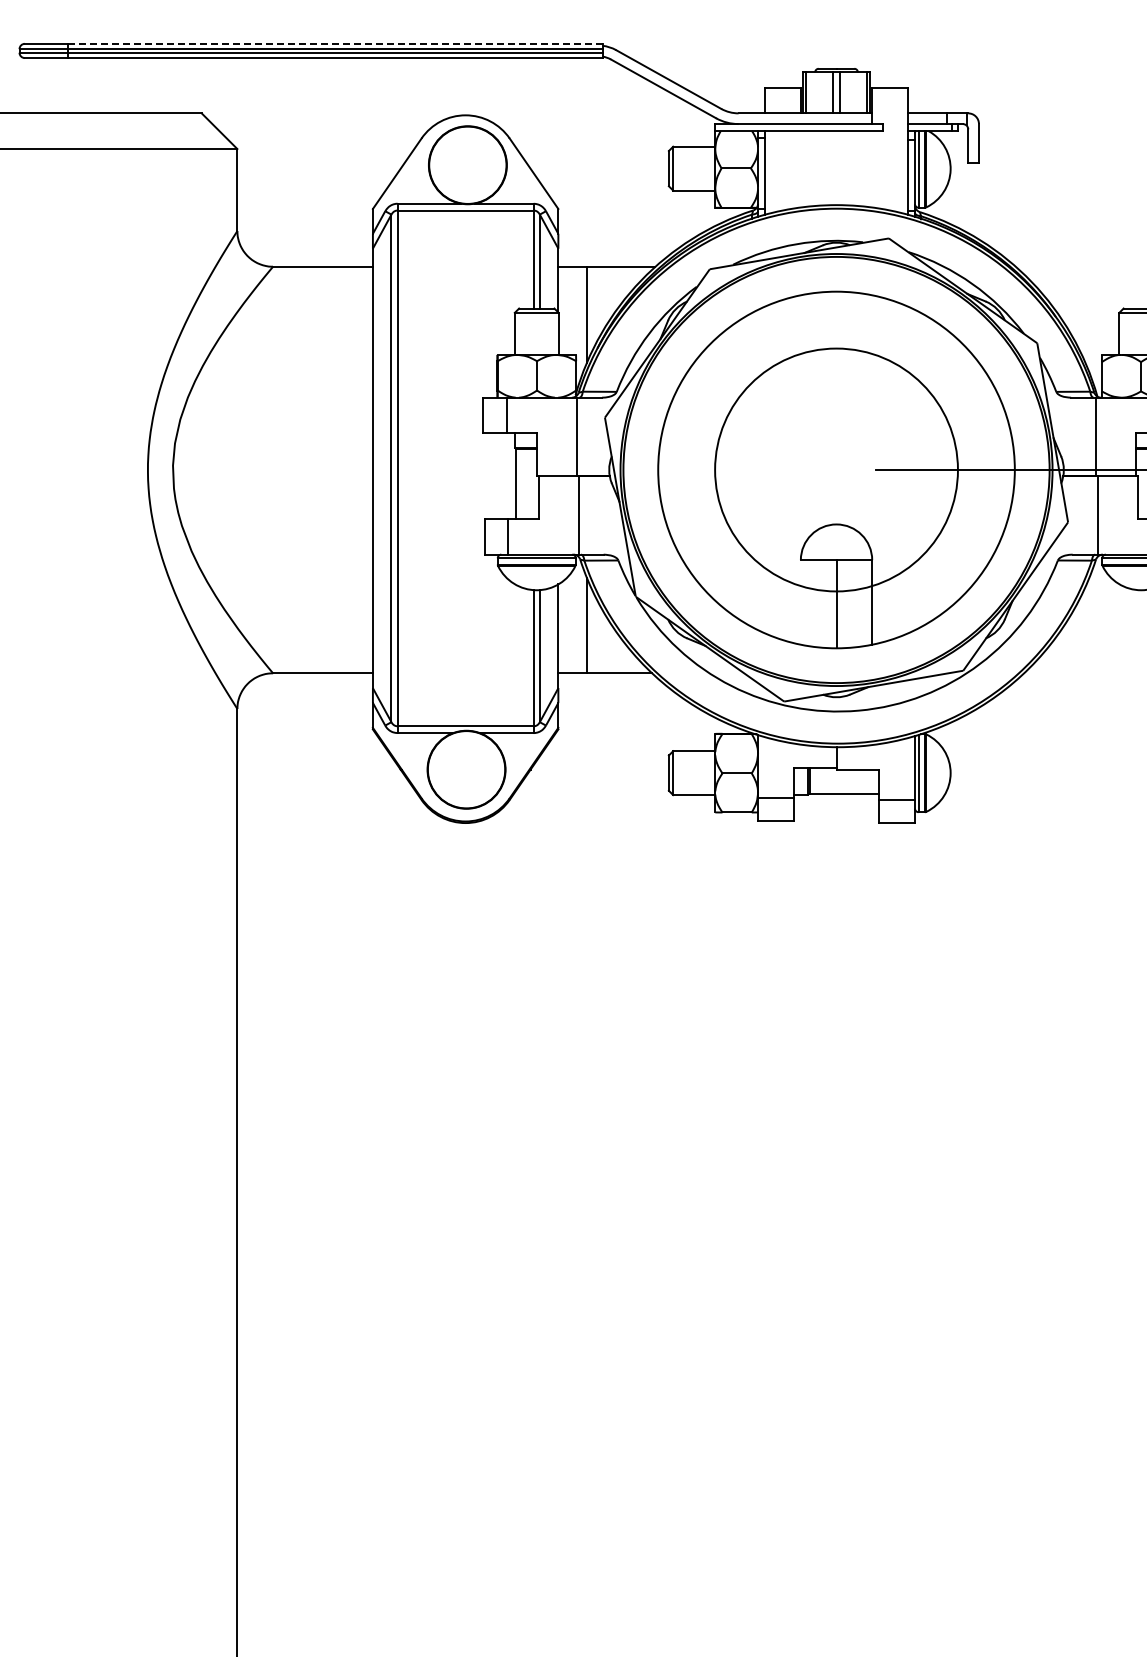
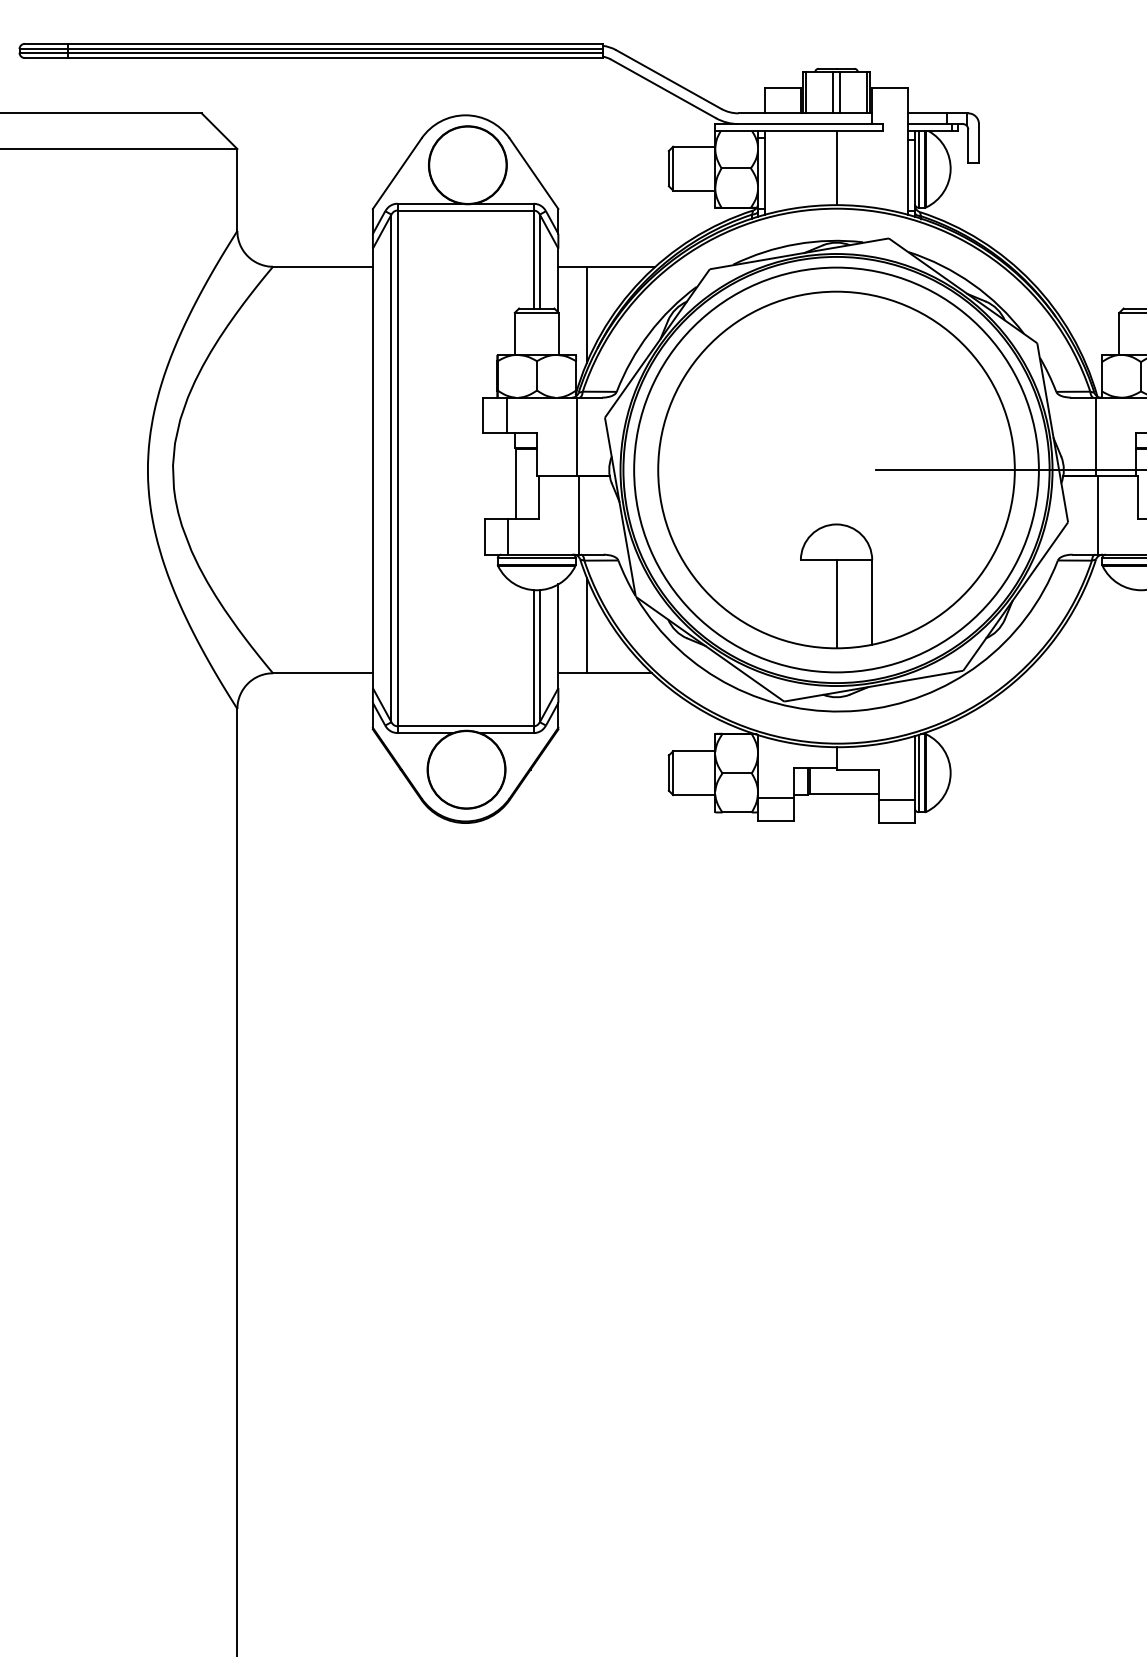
line at (335, 43): dashed -> solid
line at (836, 168): none -> present
circle at (836, 469) diameter: 243 px -> 405 px
